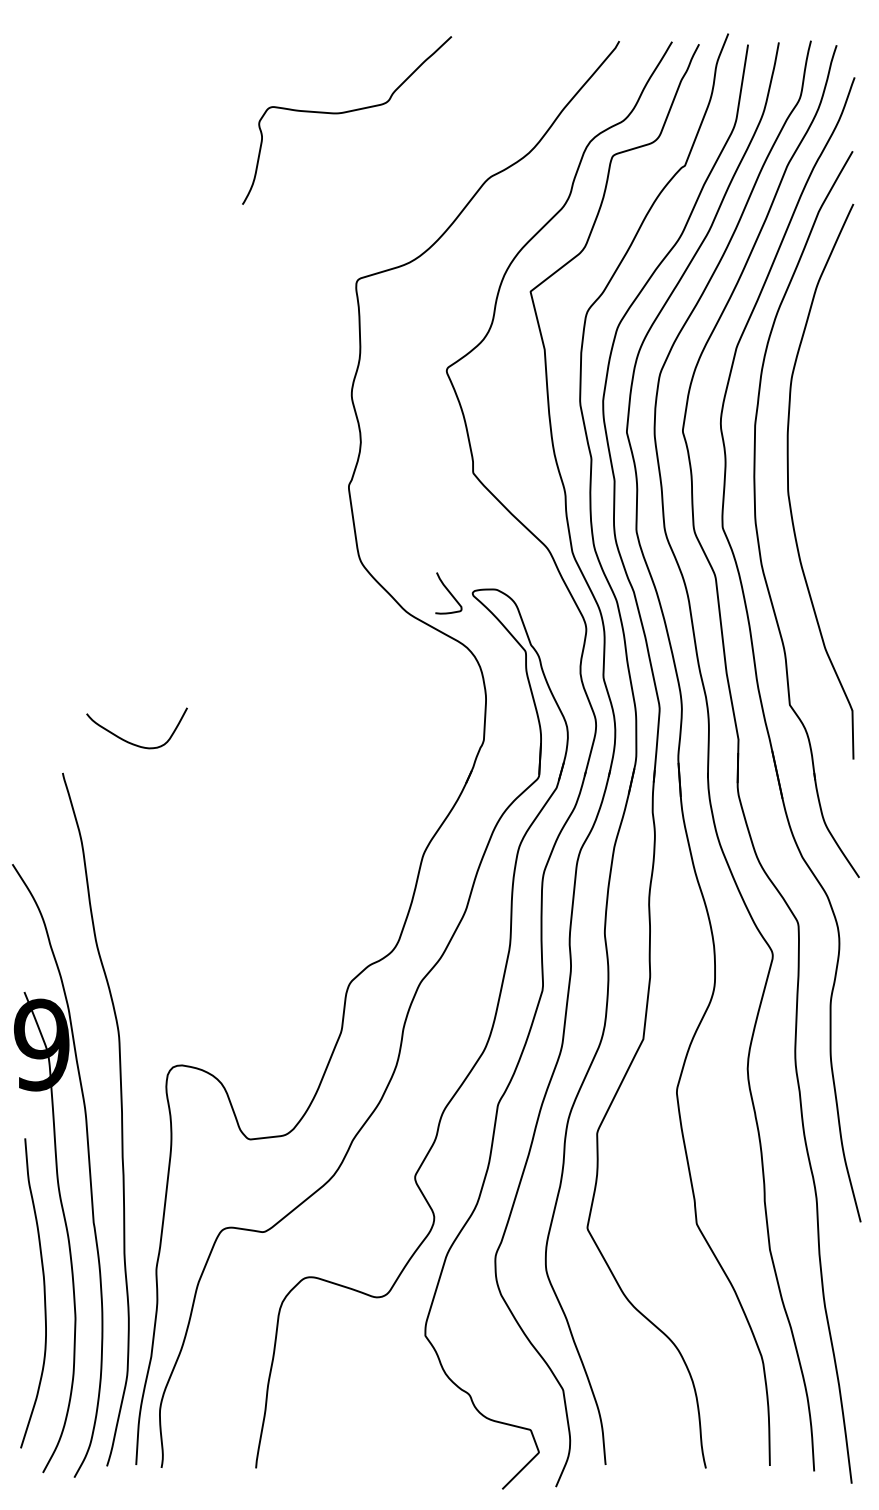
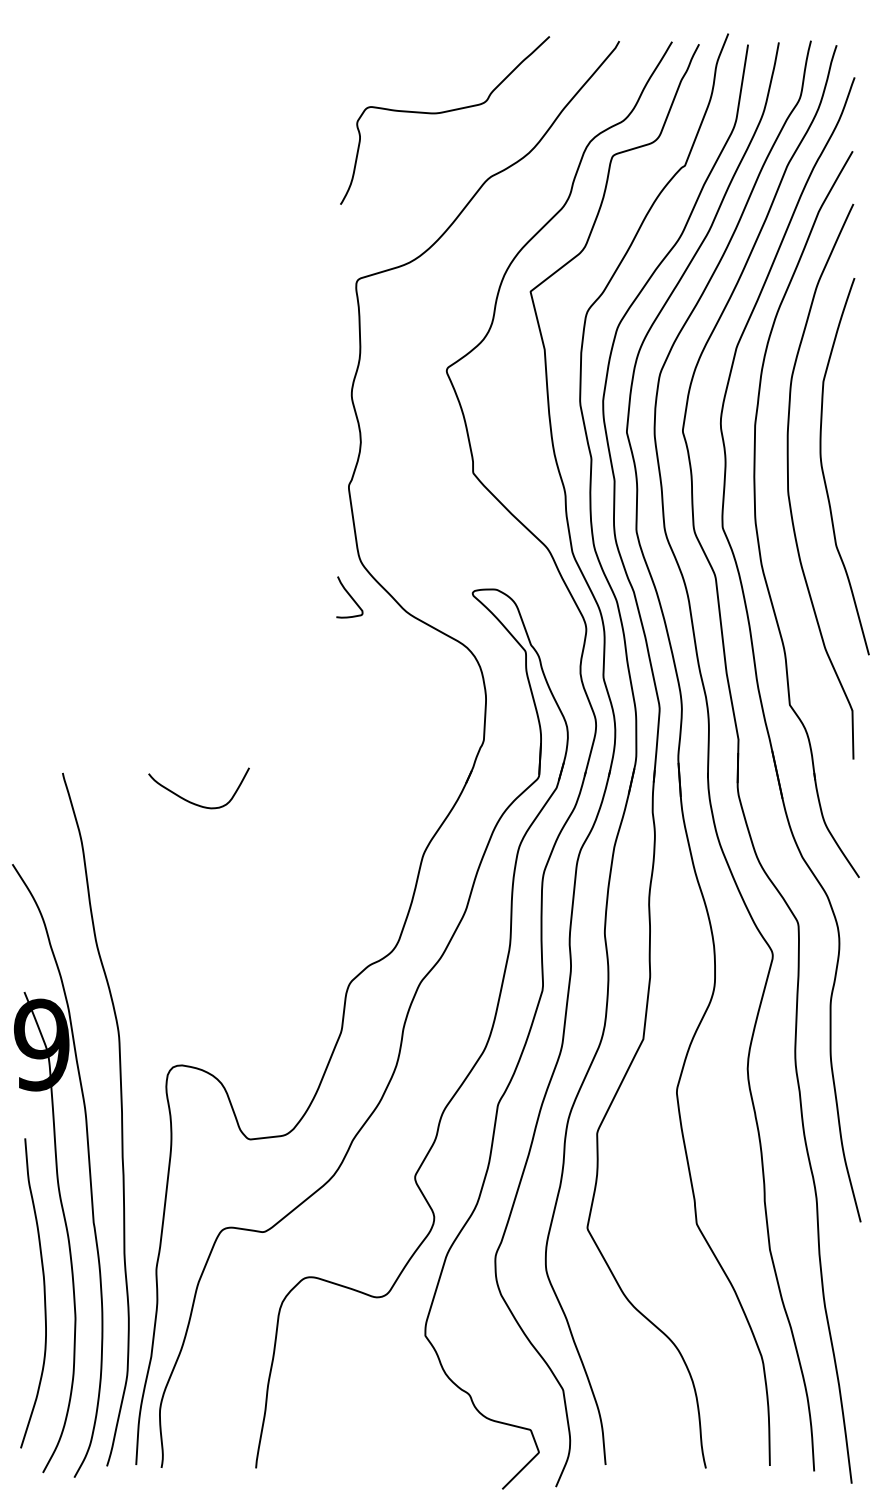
curve at (345, 113) position: (345, 113) -> (443, 113)
curve at (823, 468): none -> present
curve at (448, 592) position: (448, 592) -> (349, 596)
curve at (129, 741) position: (129, 741) -> (191, 801)
